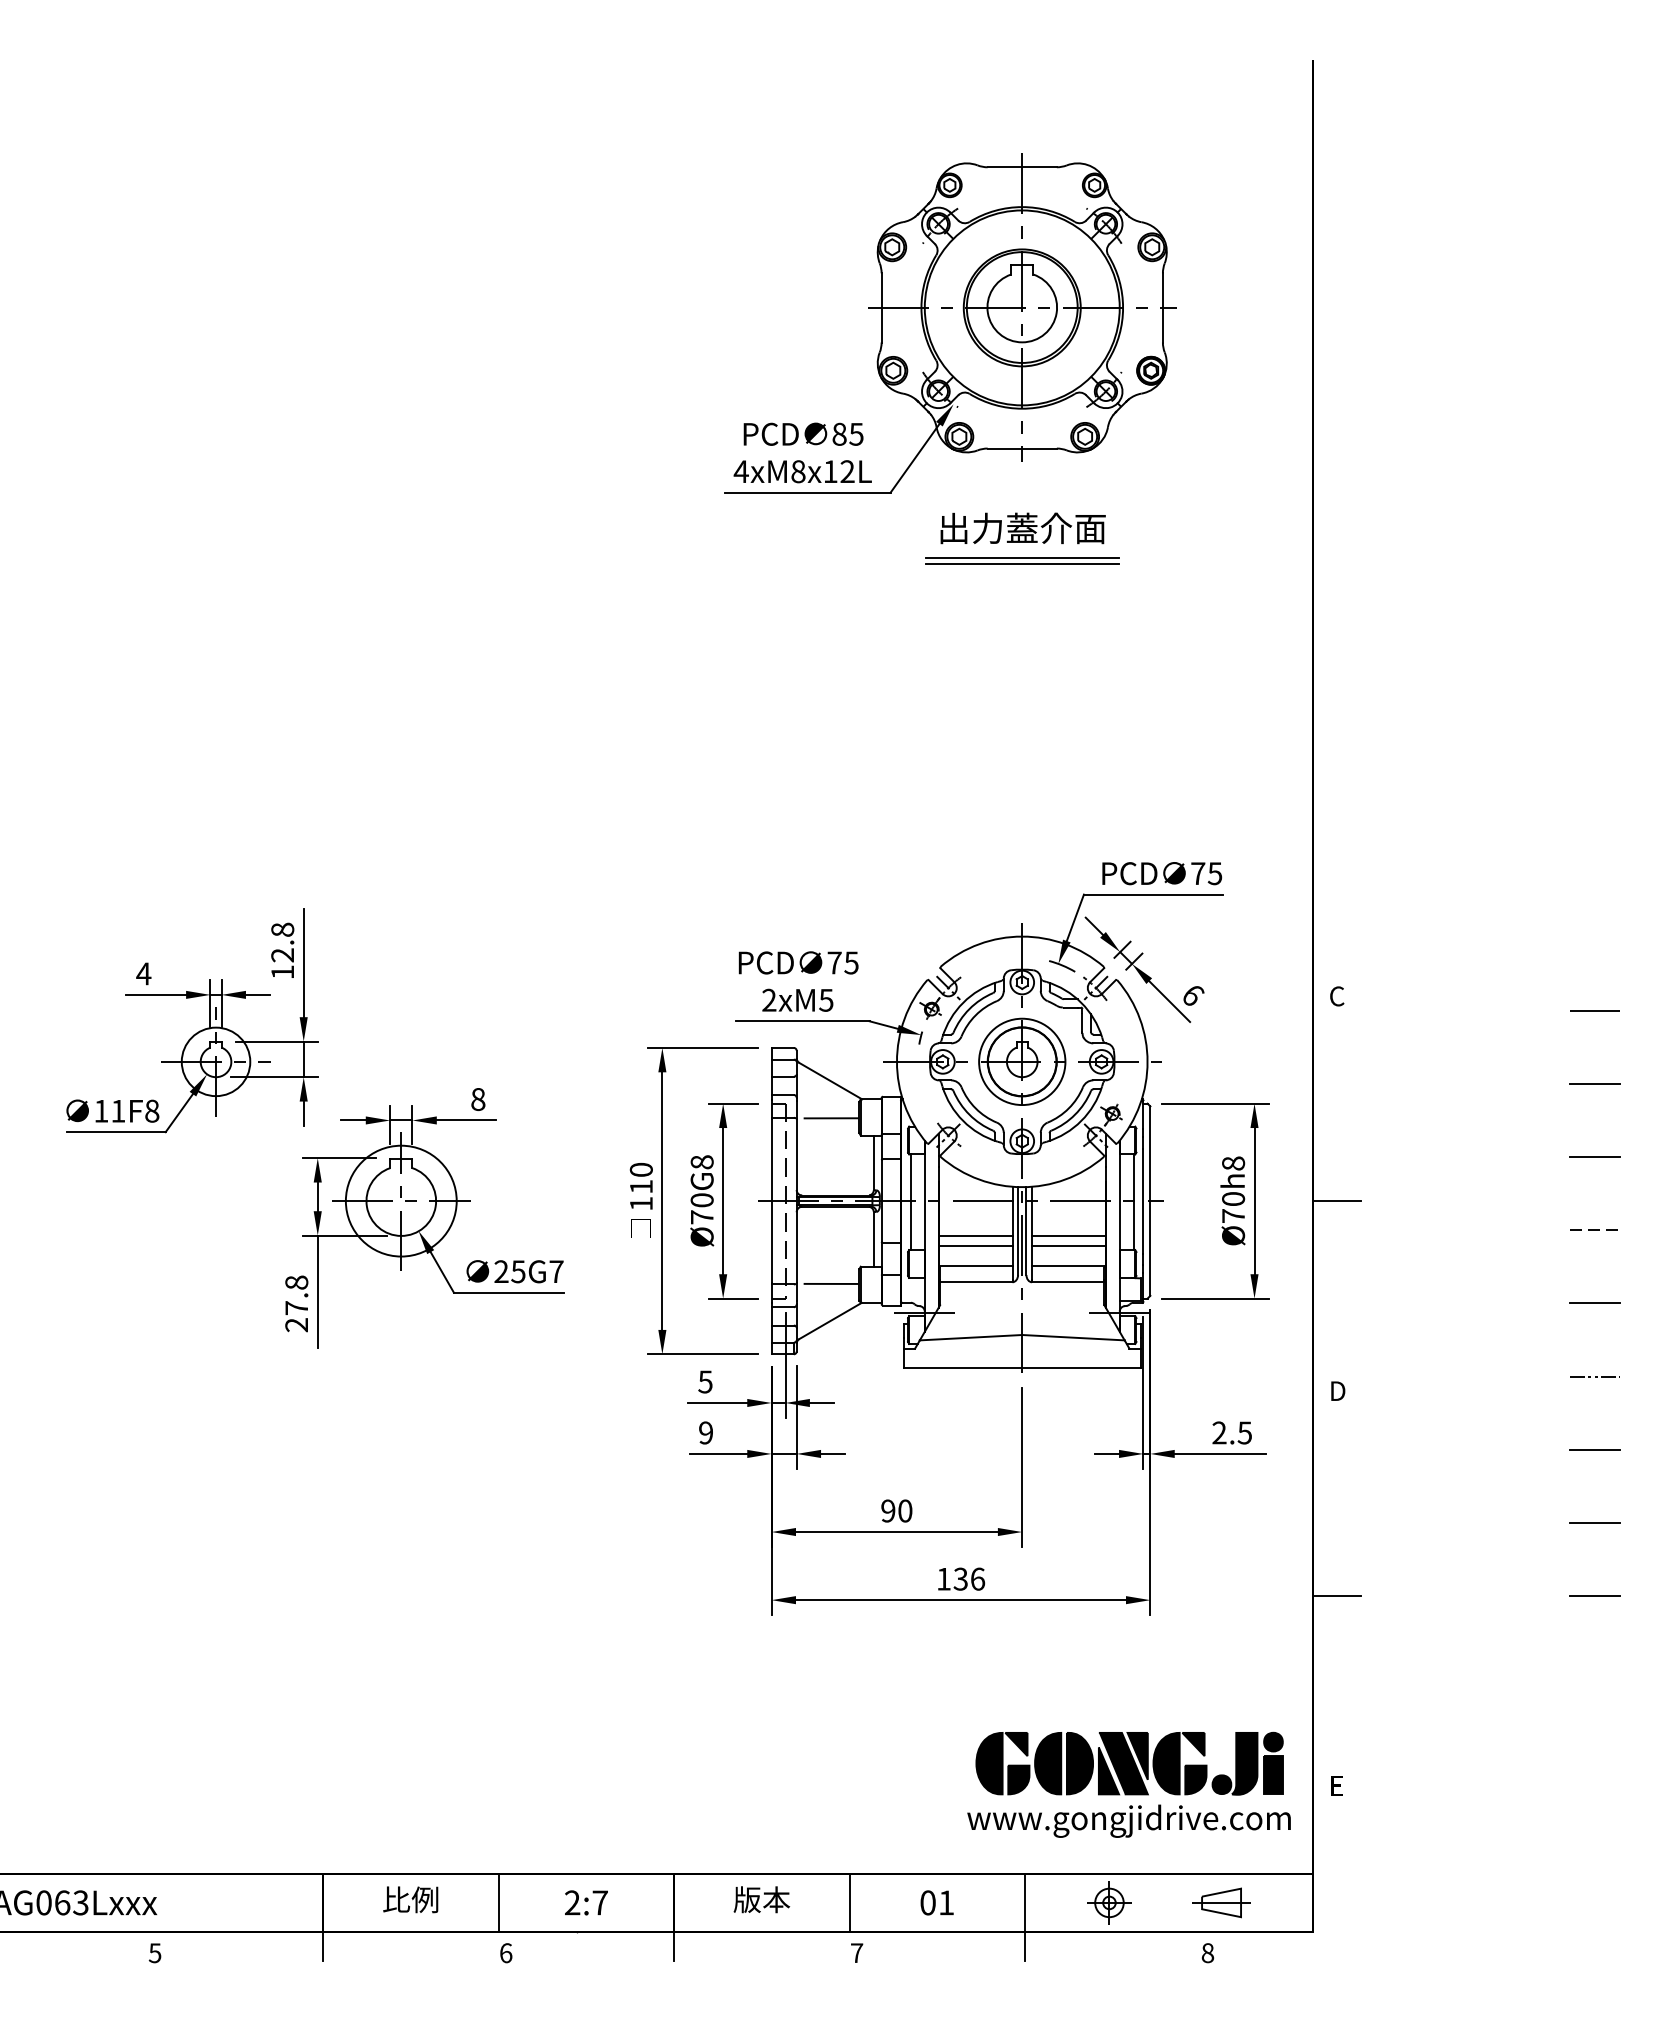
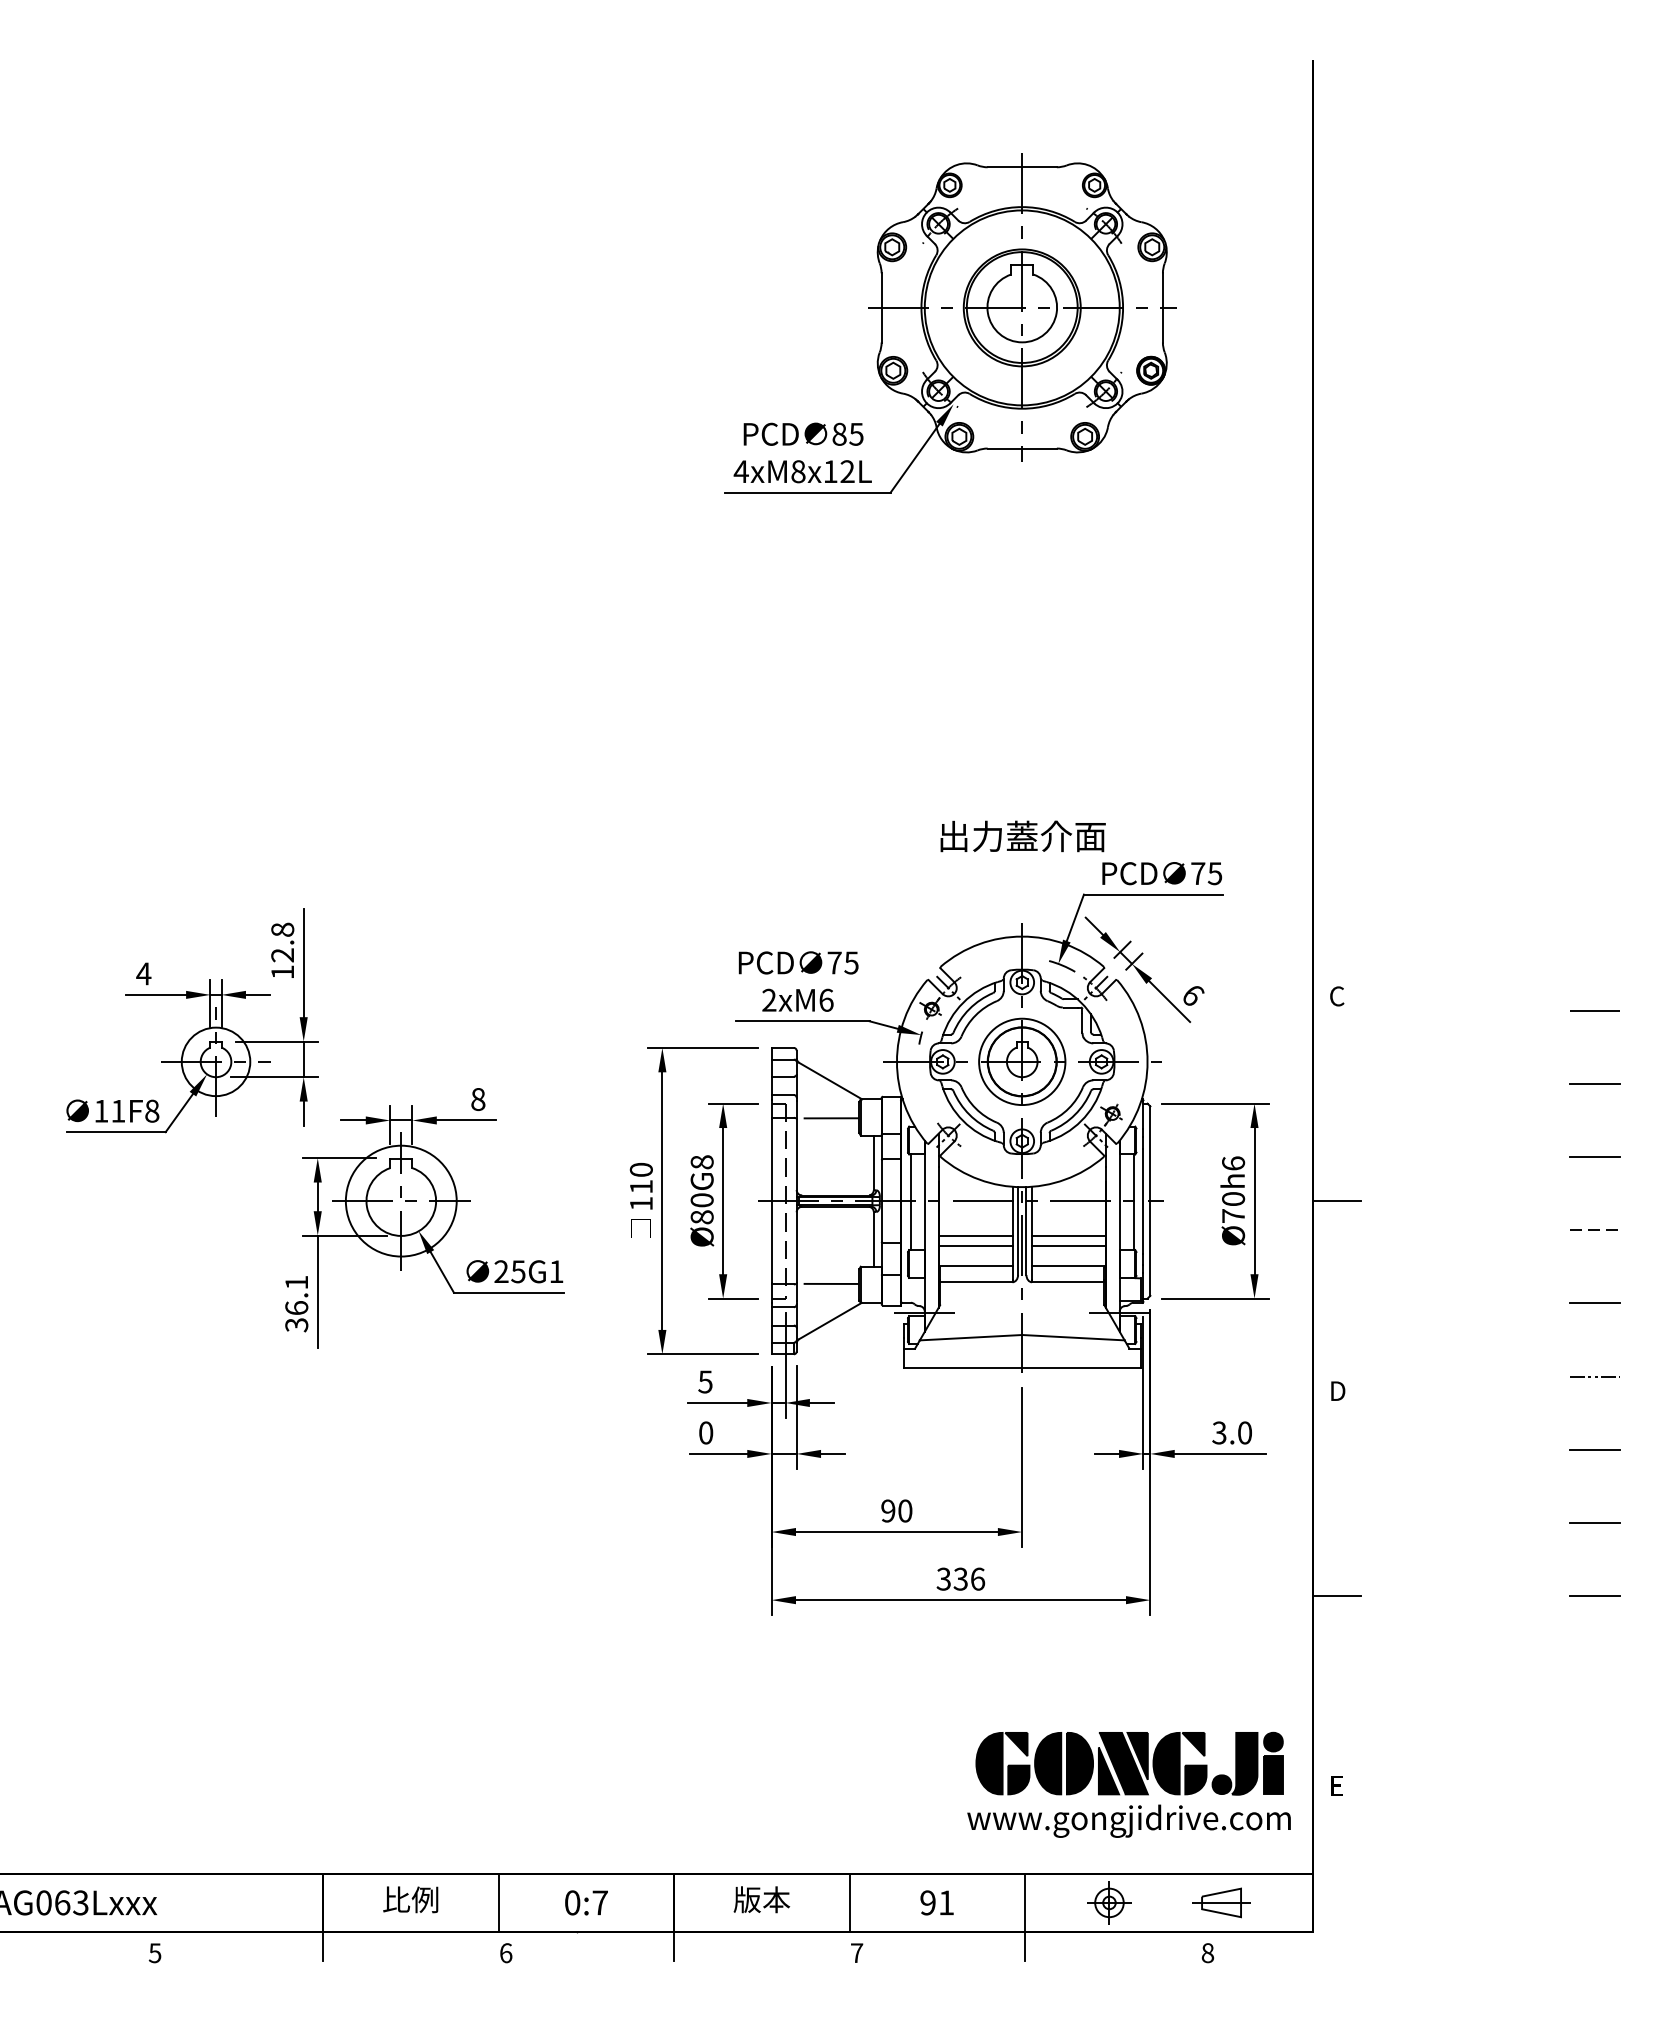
text at (1022, 528) position: (1022, 528) -> (1022, 836)
part at (1022, 560): present -> none
text at (826, 999): 2xM5 -> 2xM6
text at (1233, 1163): Ø70h8 -> Ø70h6
text at (701, 1217): Ø70G8 -> Ø80G8
text at (556, 1271): 25G7 -> 25G1
text at (296, 1303): 27.8 -> 36.1
text at (706, 1432): 9 -> 0
text at (1231, 1432): 2.5 -> 3.0
text at (943, 1578): 136 -> 336
text at (572, 1902): 2:7 -> 0:7
text at (927, 1902): 01 -> 91
